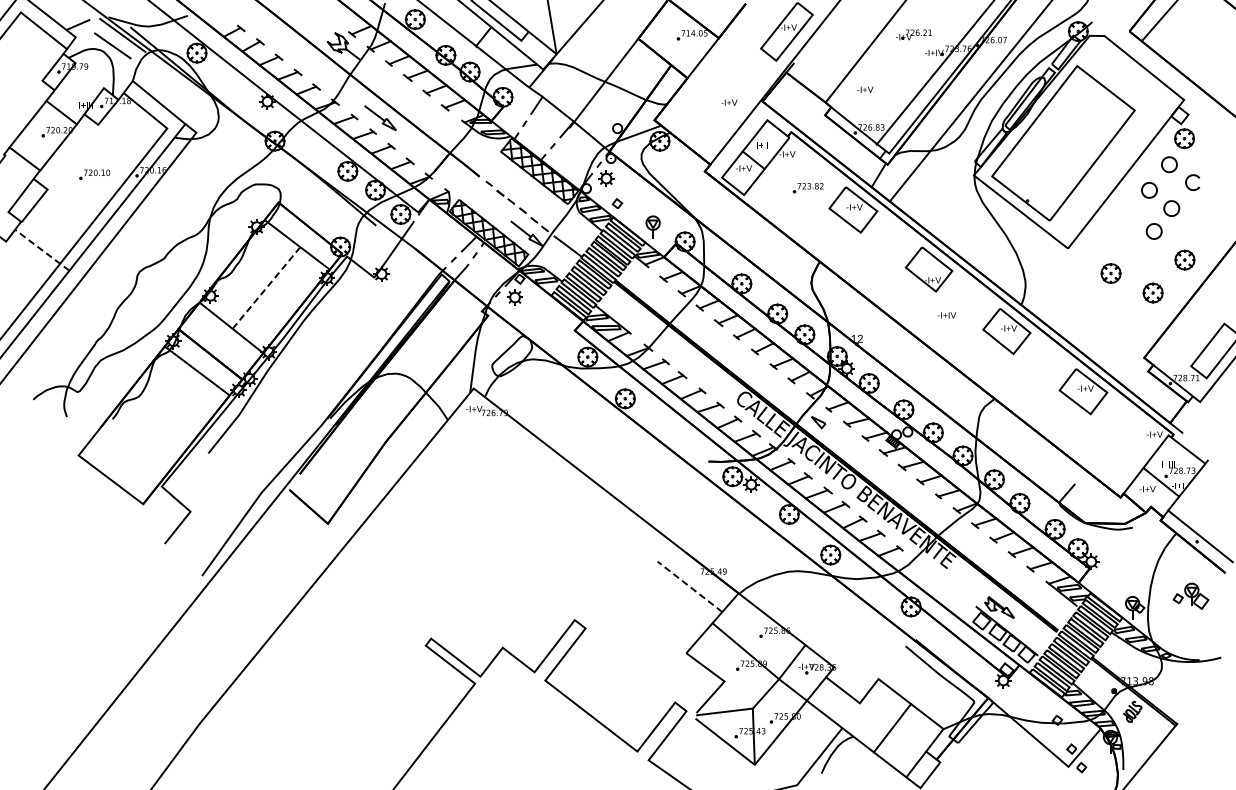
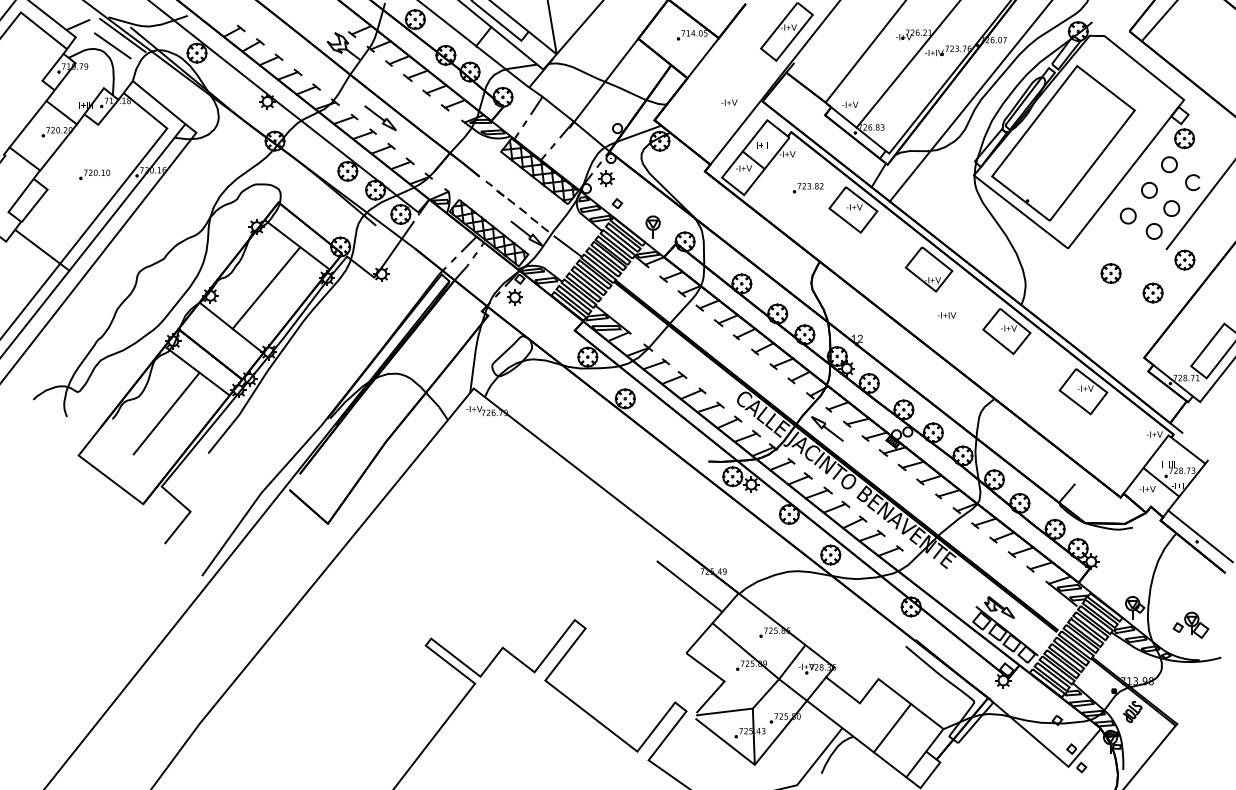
line at (934, 73) position: (934, 73) -> (907, 64)
text at (865, 89) position: (865, 89) -> (850, 104)
line at (1199, 206): none -> present
part at (1127, 215): none -> present
line at (42, 250): dashed -> solid
line at (266, 288): dashed -> solid
line at (166, 413): none -> present
line at (832, 433): none -> present
line at (689, 586): dashed -> solid
part at (1190, 595) position: (1190, 595) -> (1190, 624)
